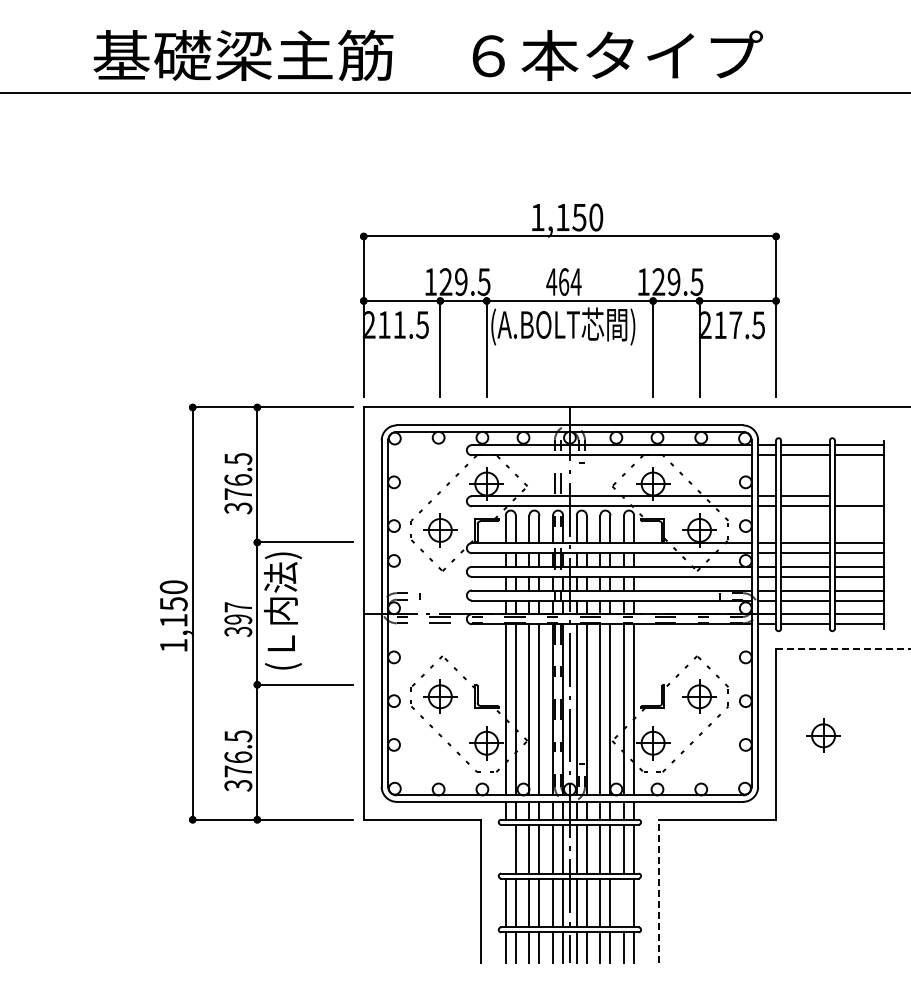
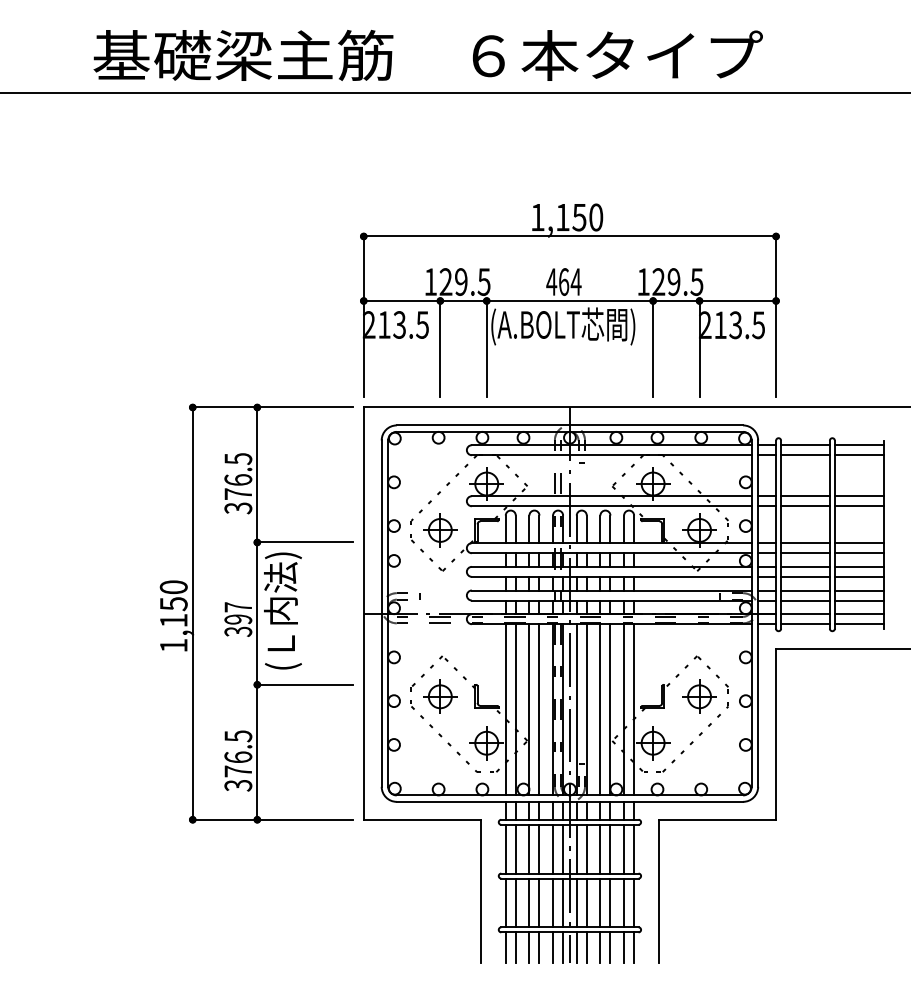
text at (399, 324): 211.5 -> 213.5
text at (735, 325): 217.5 -> 213.5
line at (858, 496): none -> present
line at (843, 649): dashed -> solid
part at (823, 735): present -> none
line at (505, 848): none -> present
line at (659, 891): dashed -> solid
line at (624, 902): none -> present
